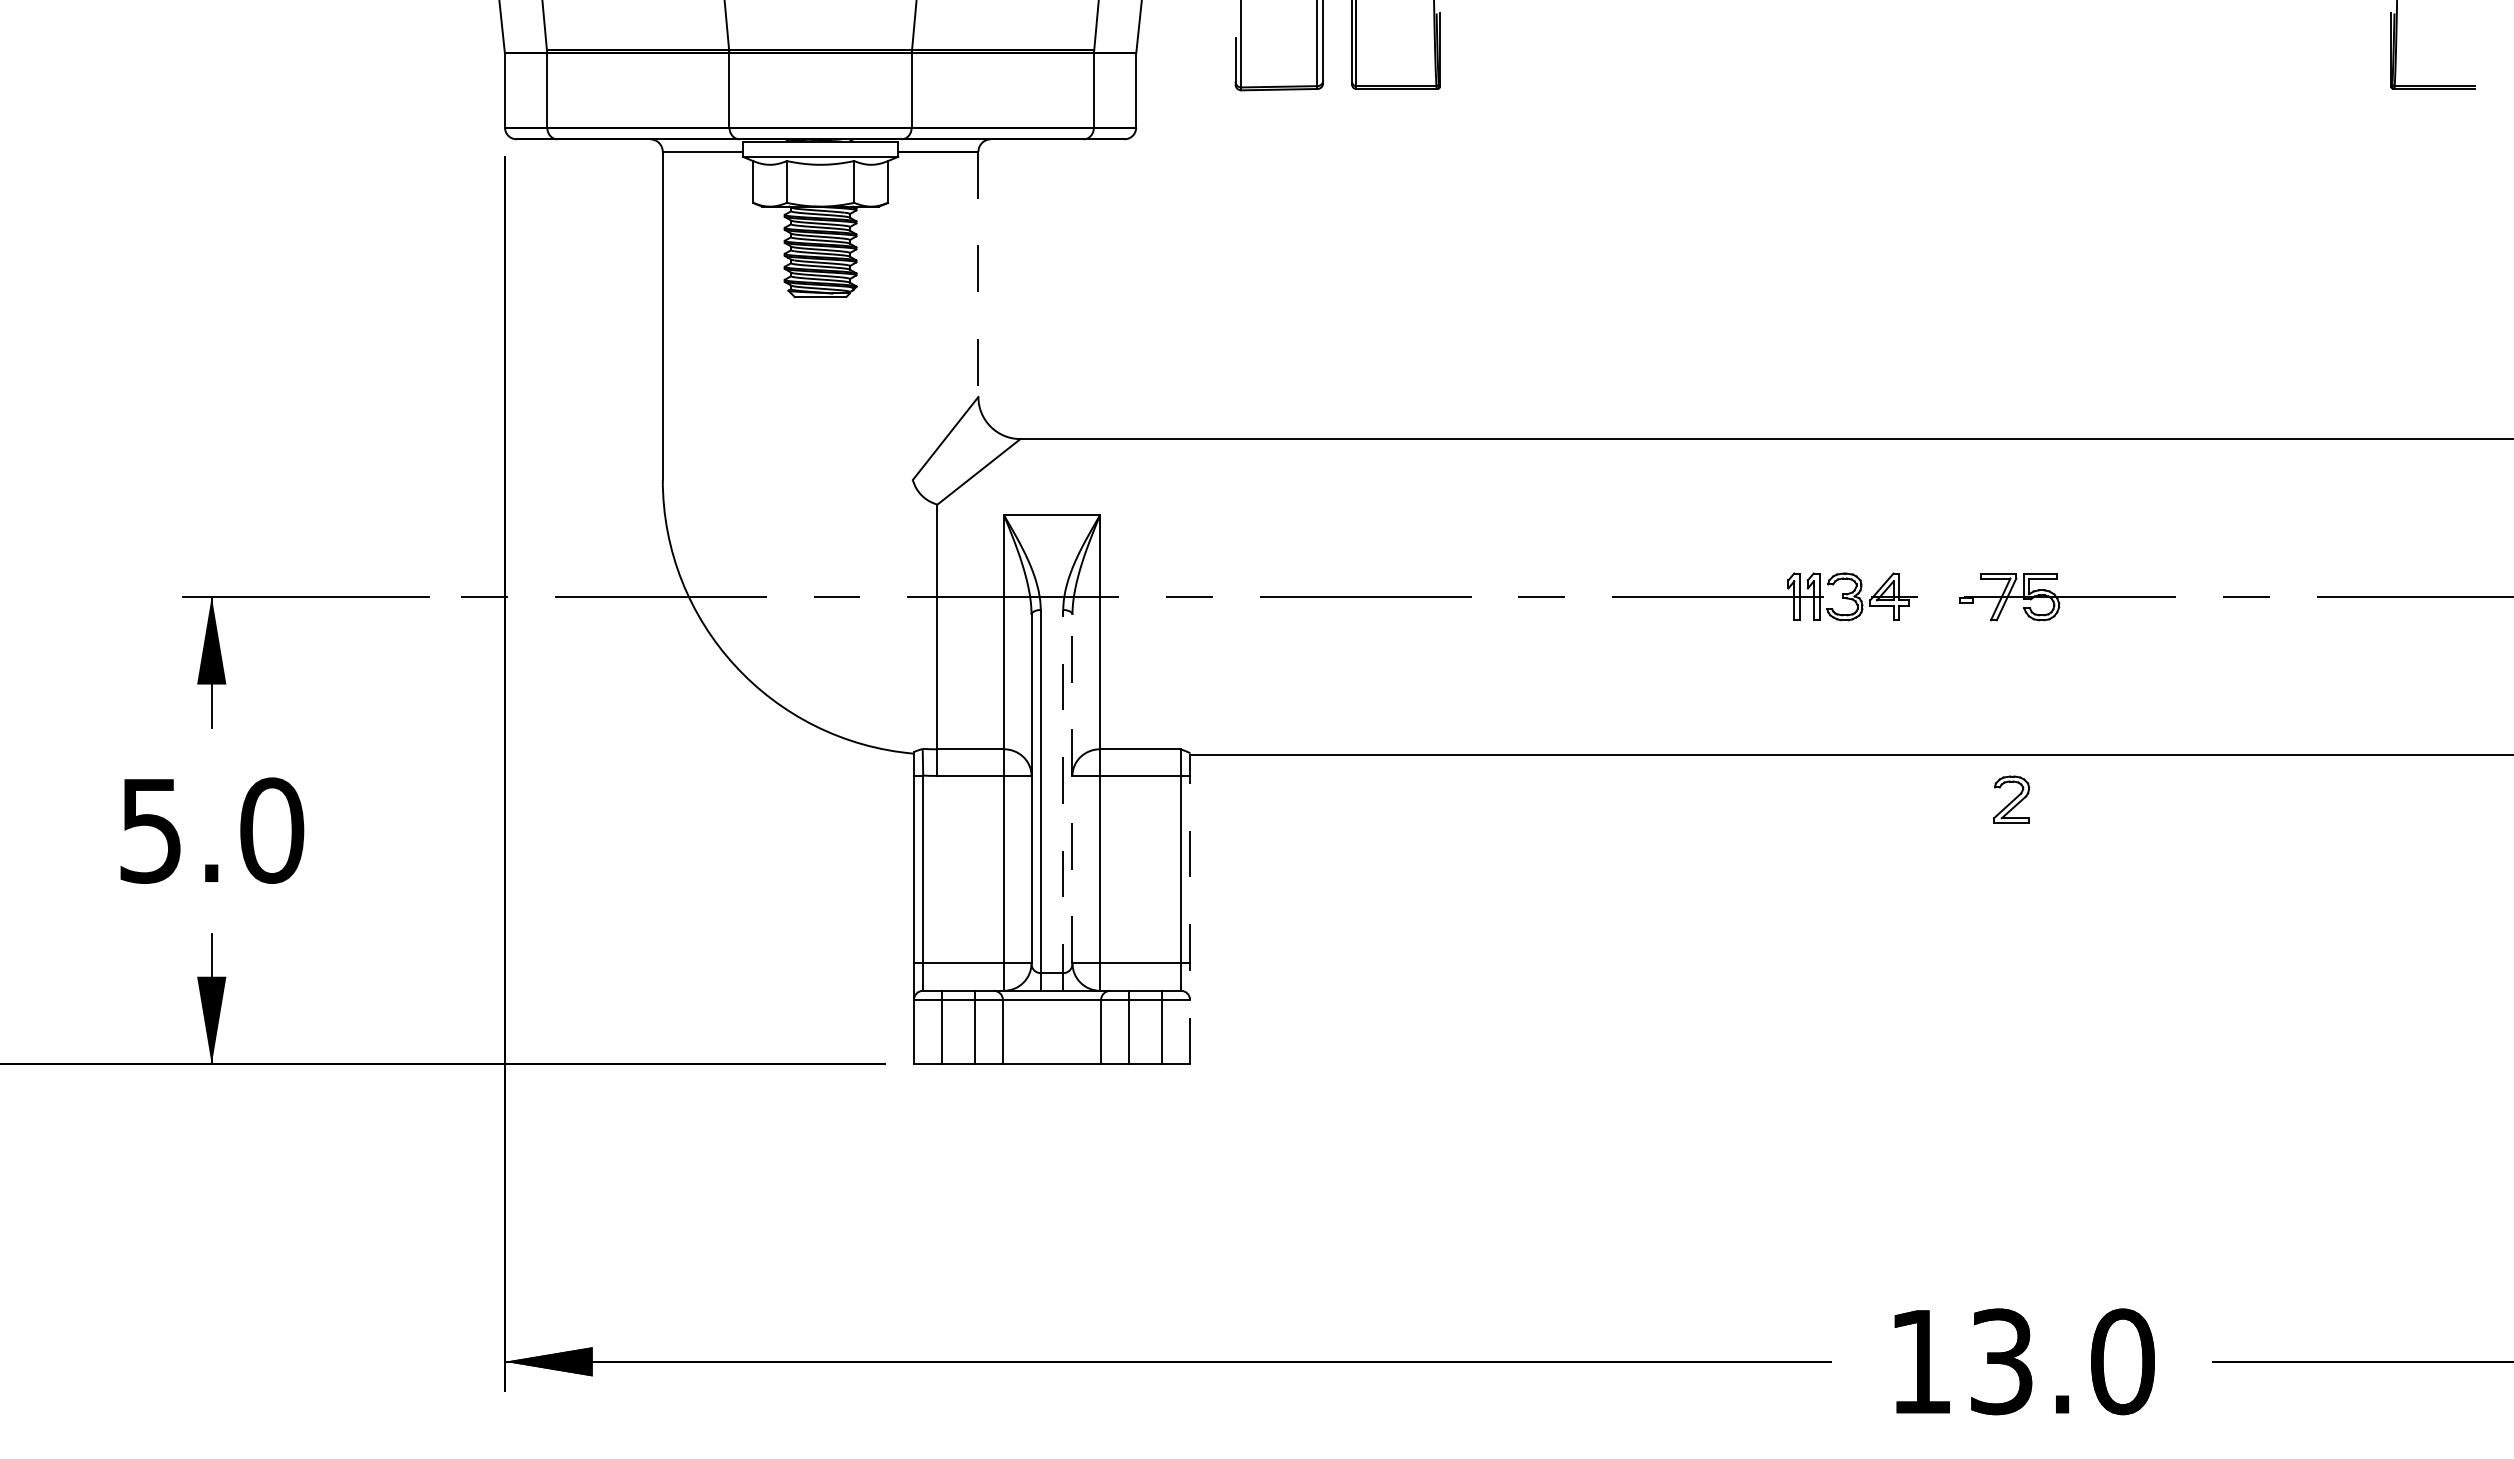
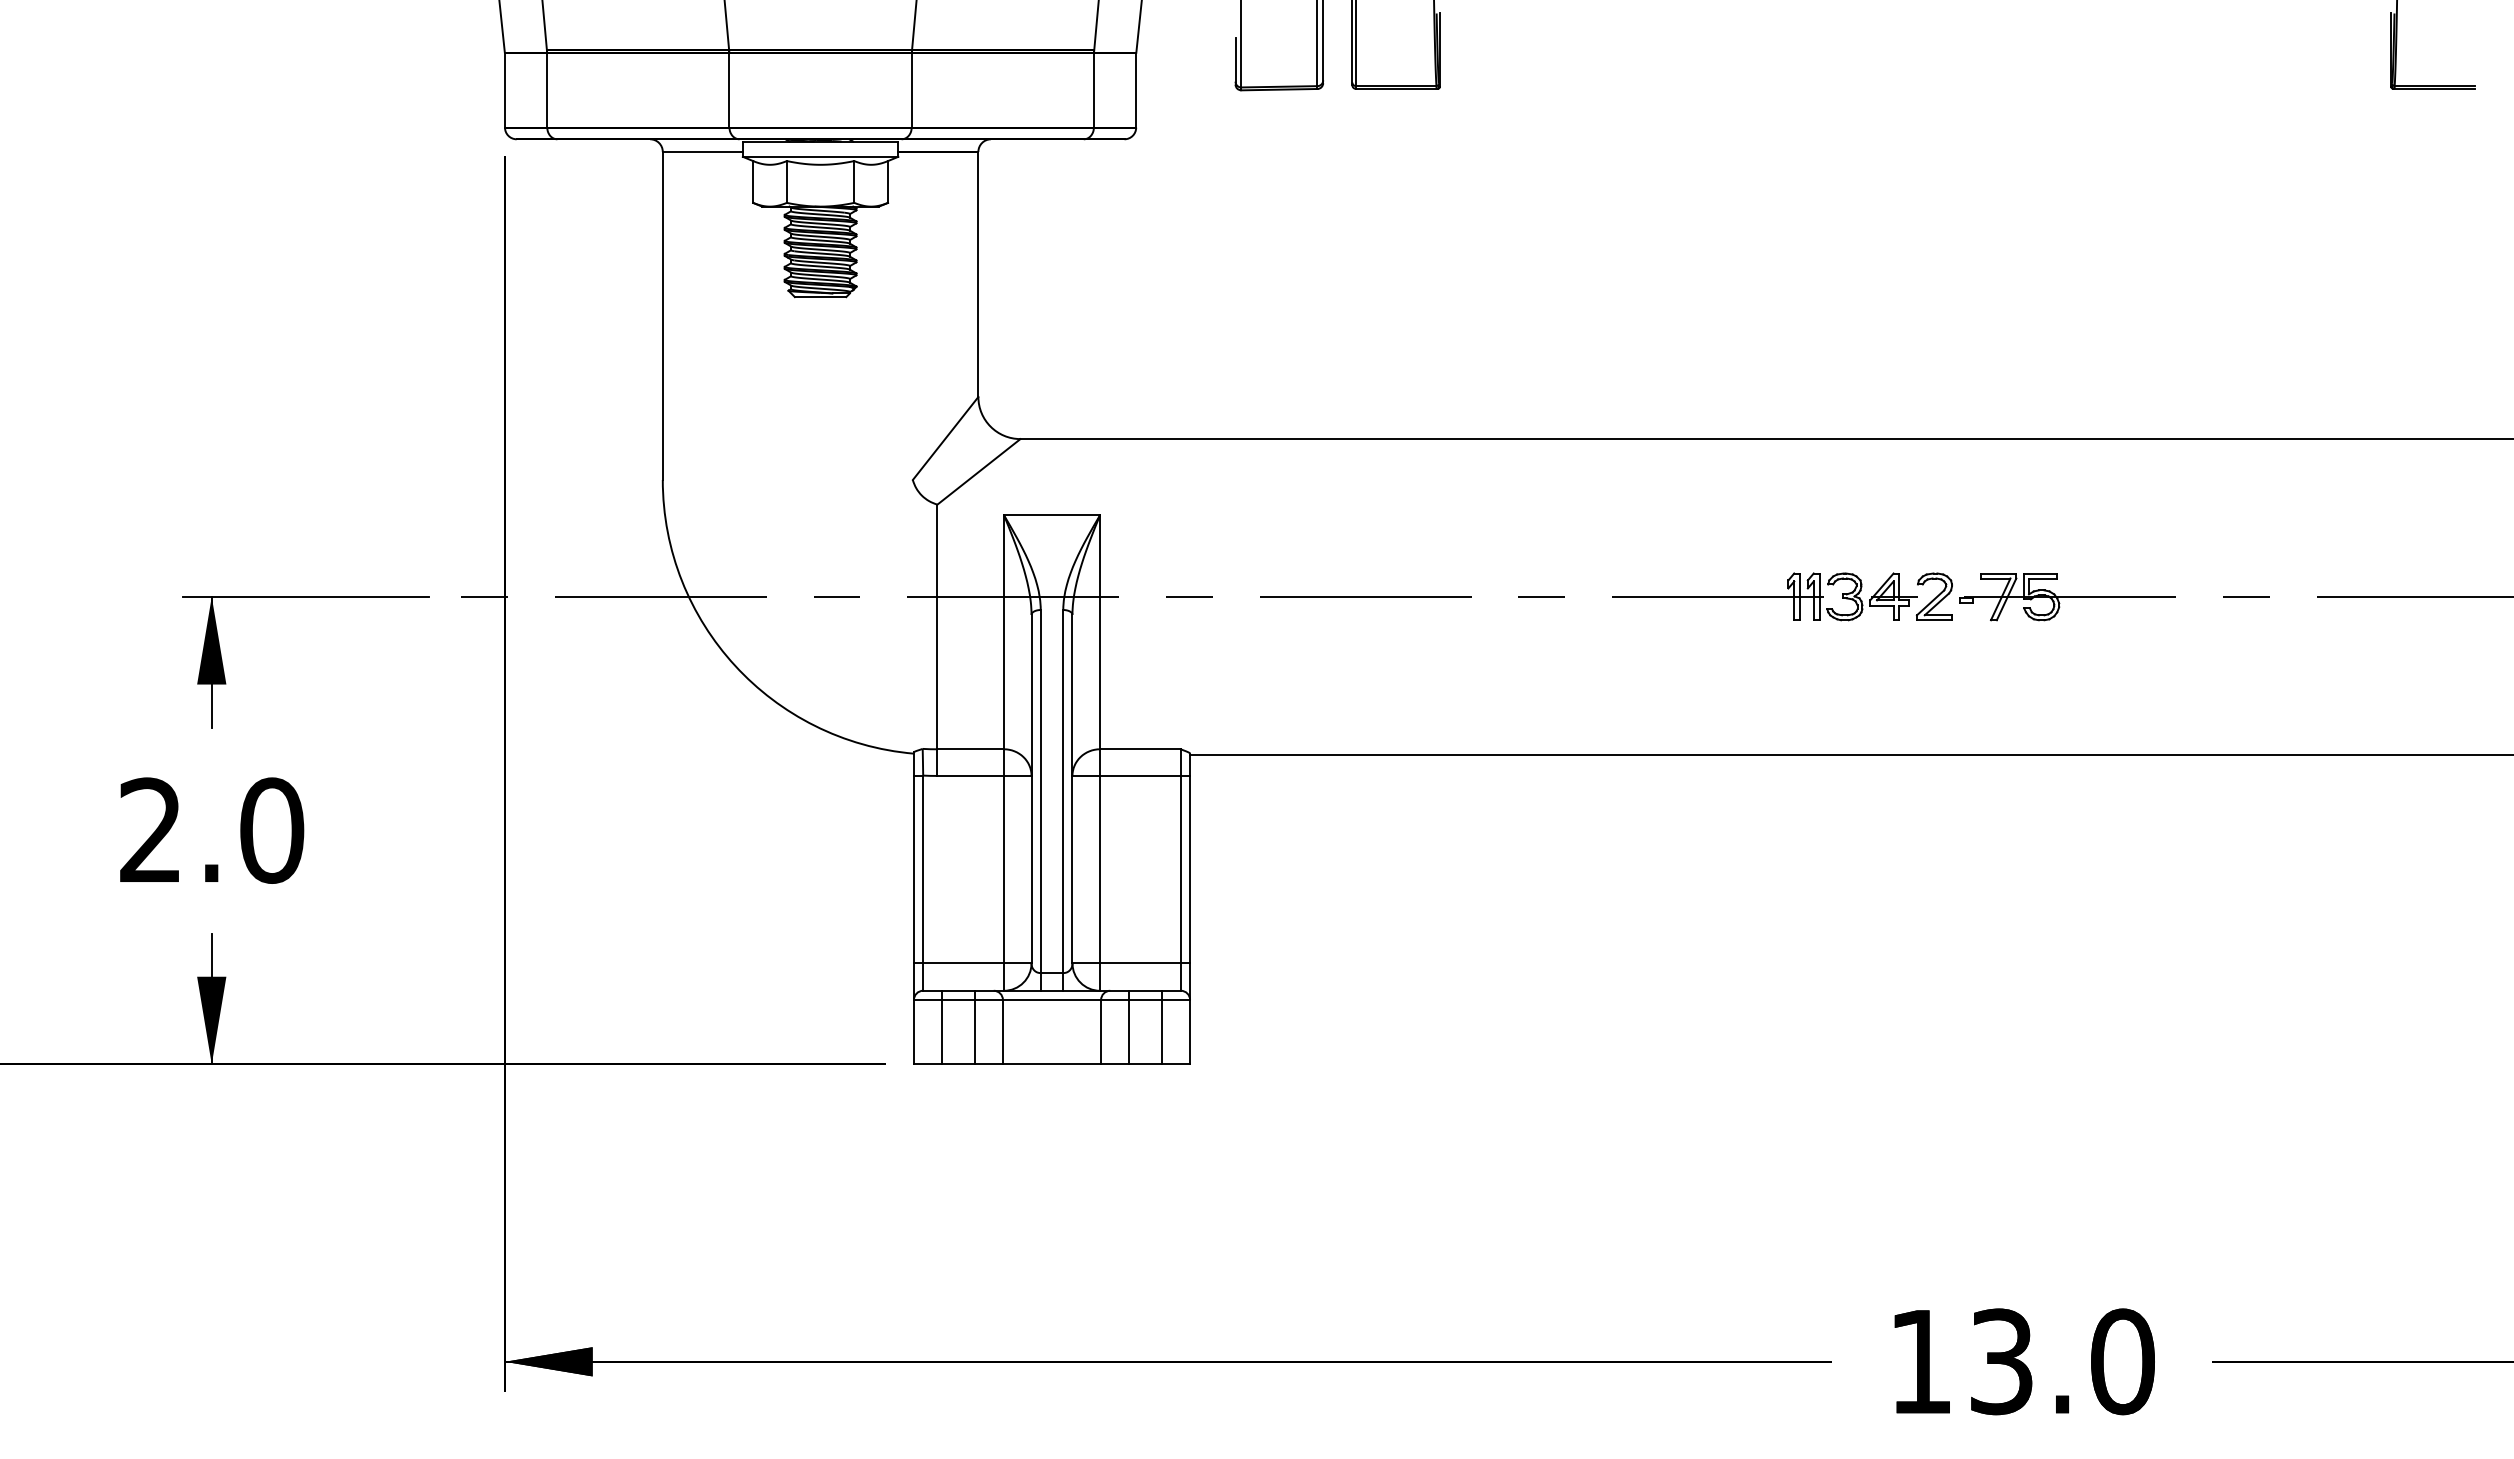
line at (978, 274): dashed -> solid
line at (1072, 788): dashed -> solid
line at (1063, 799): dashed -> solid
part at (2010, 799) position: (2010, 799) -> (1933, 596)
text at (150, 830): 5.0 -> 2.0
line at (1190, 908): dashed -> solid
